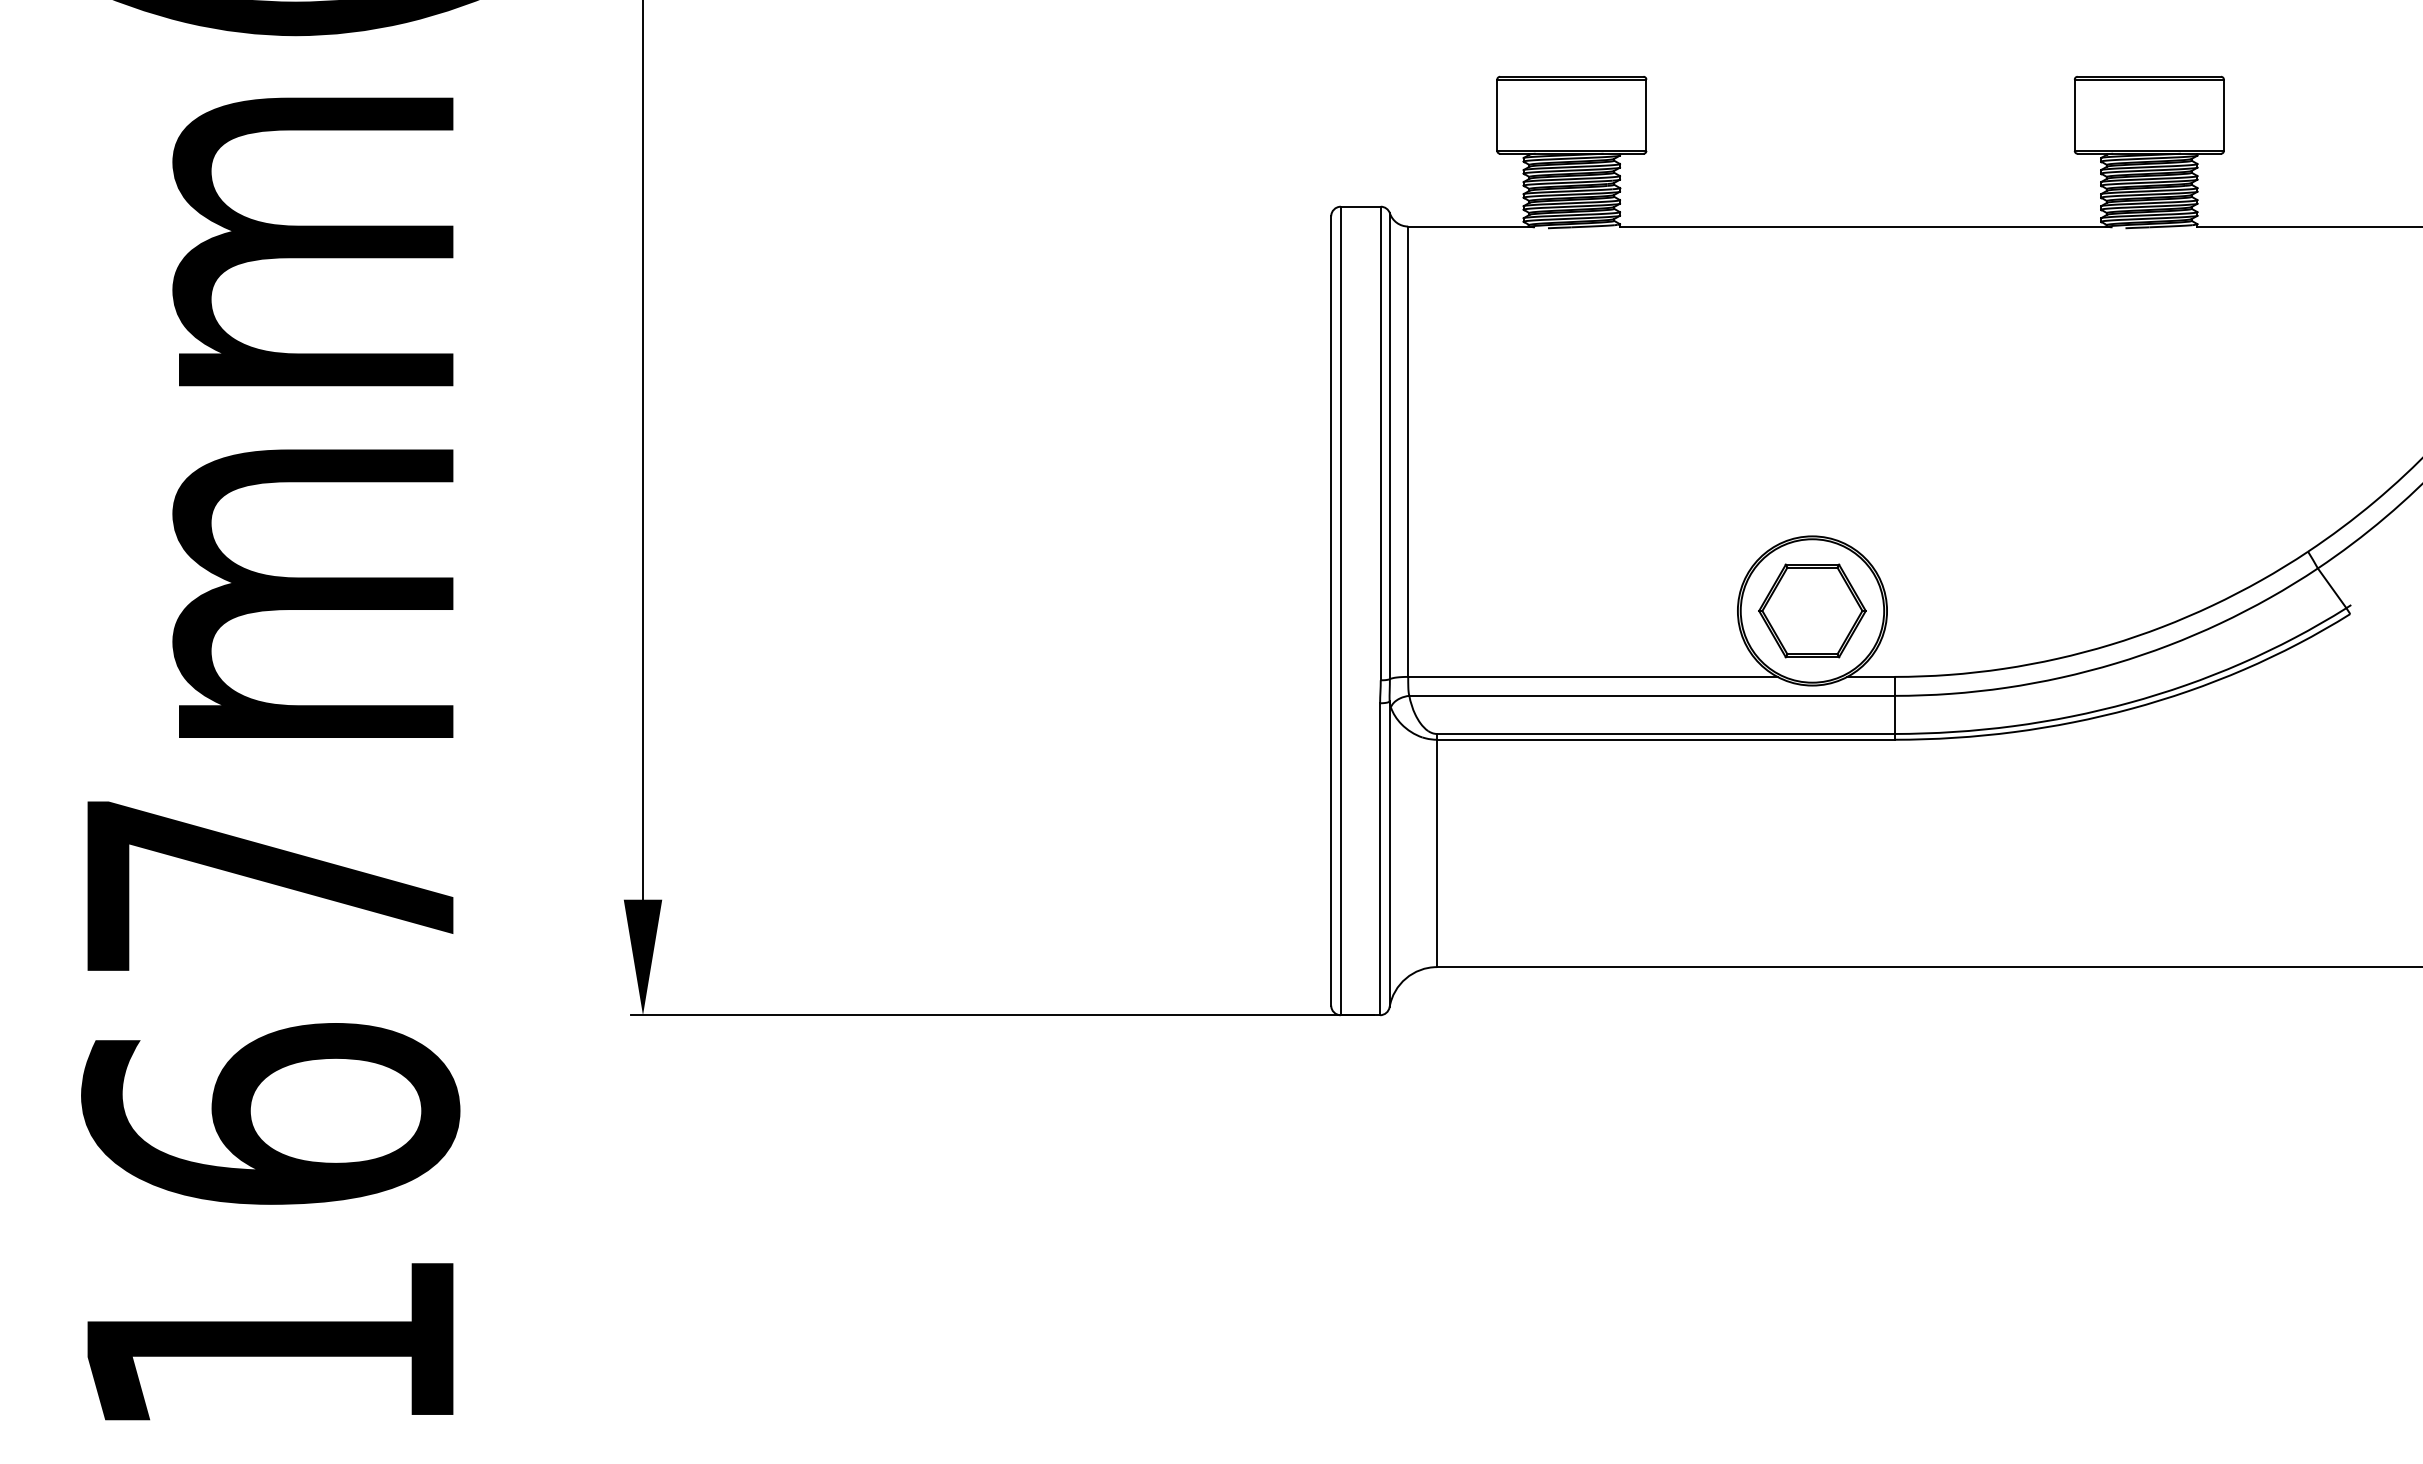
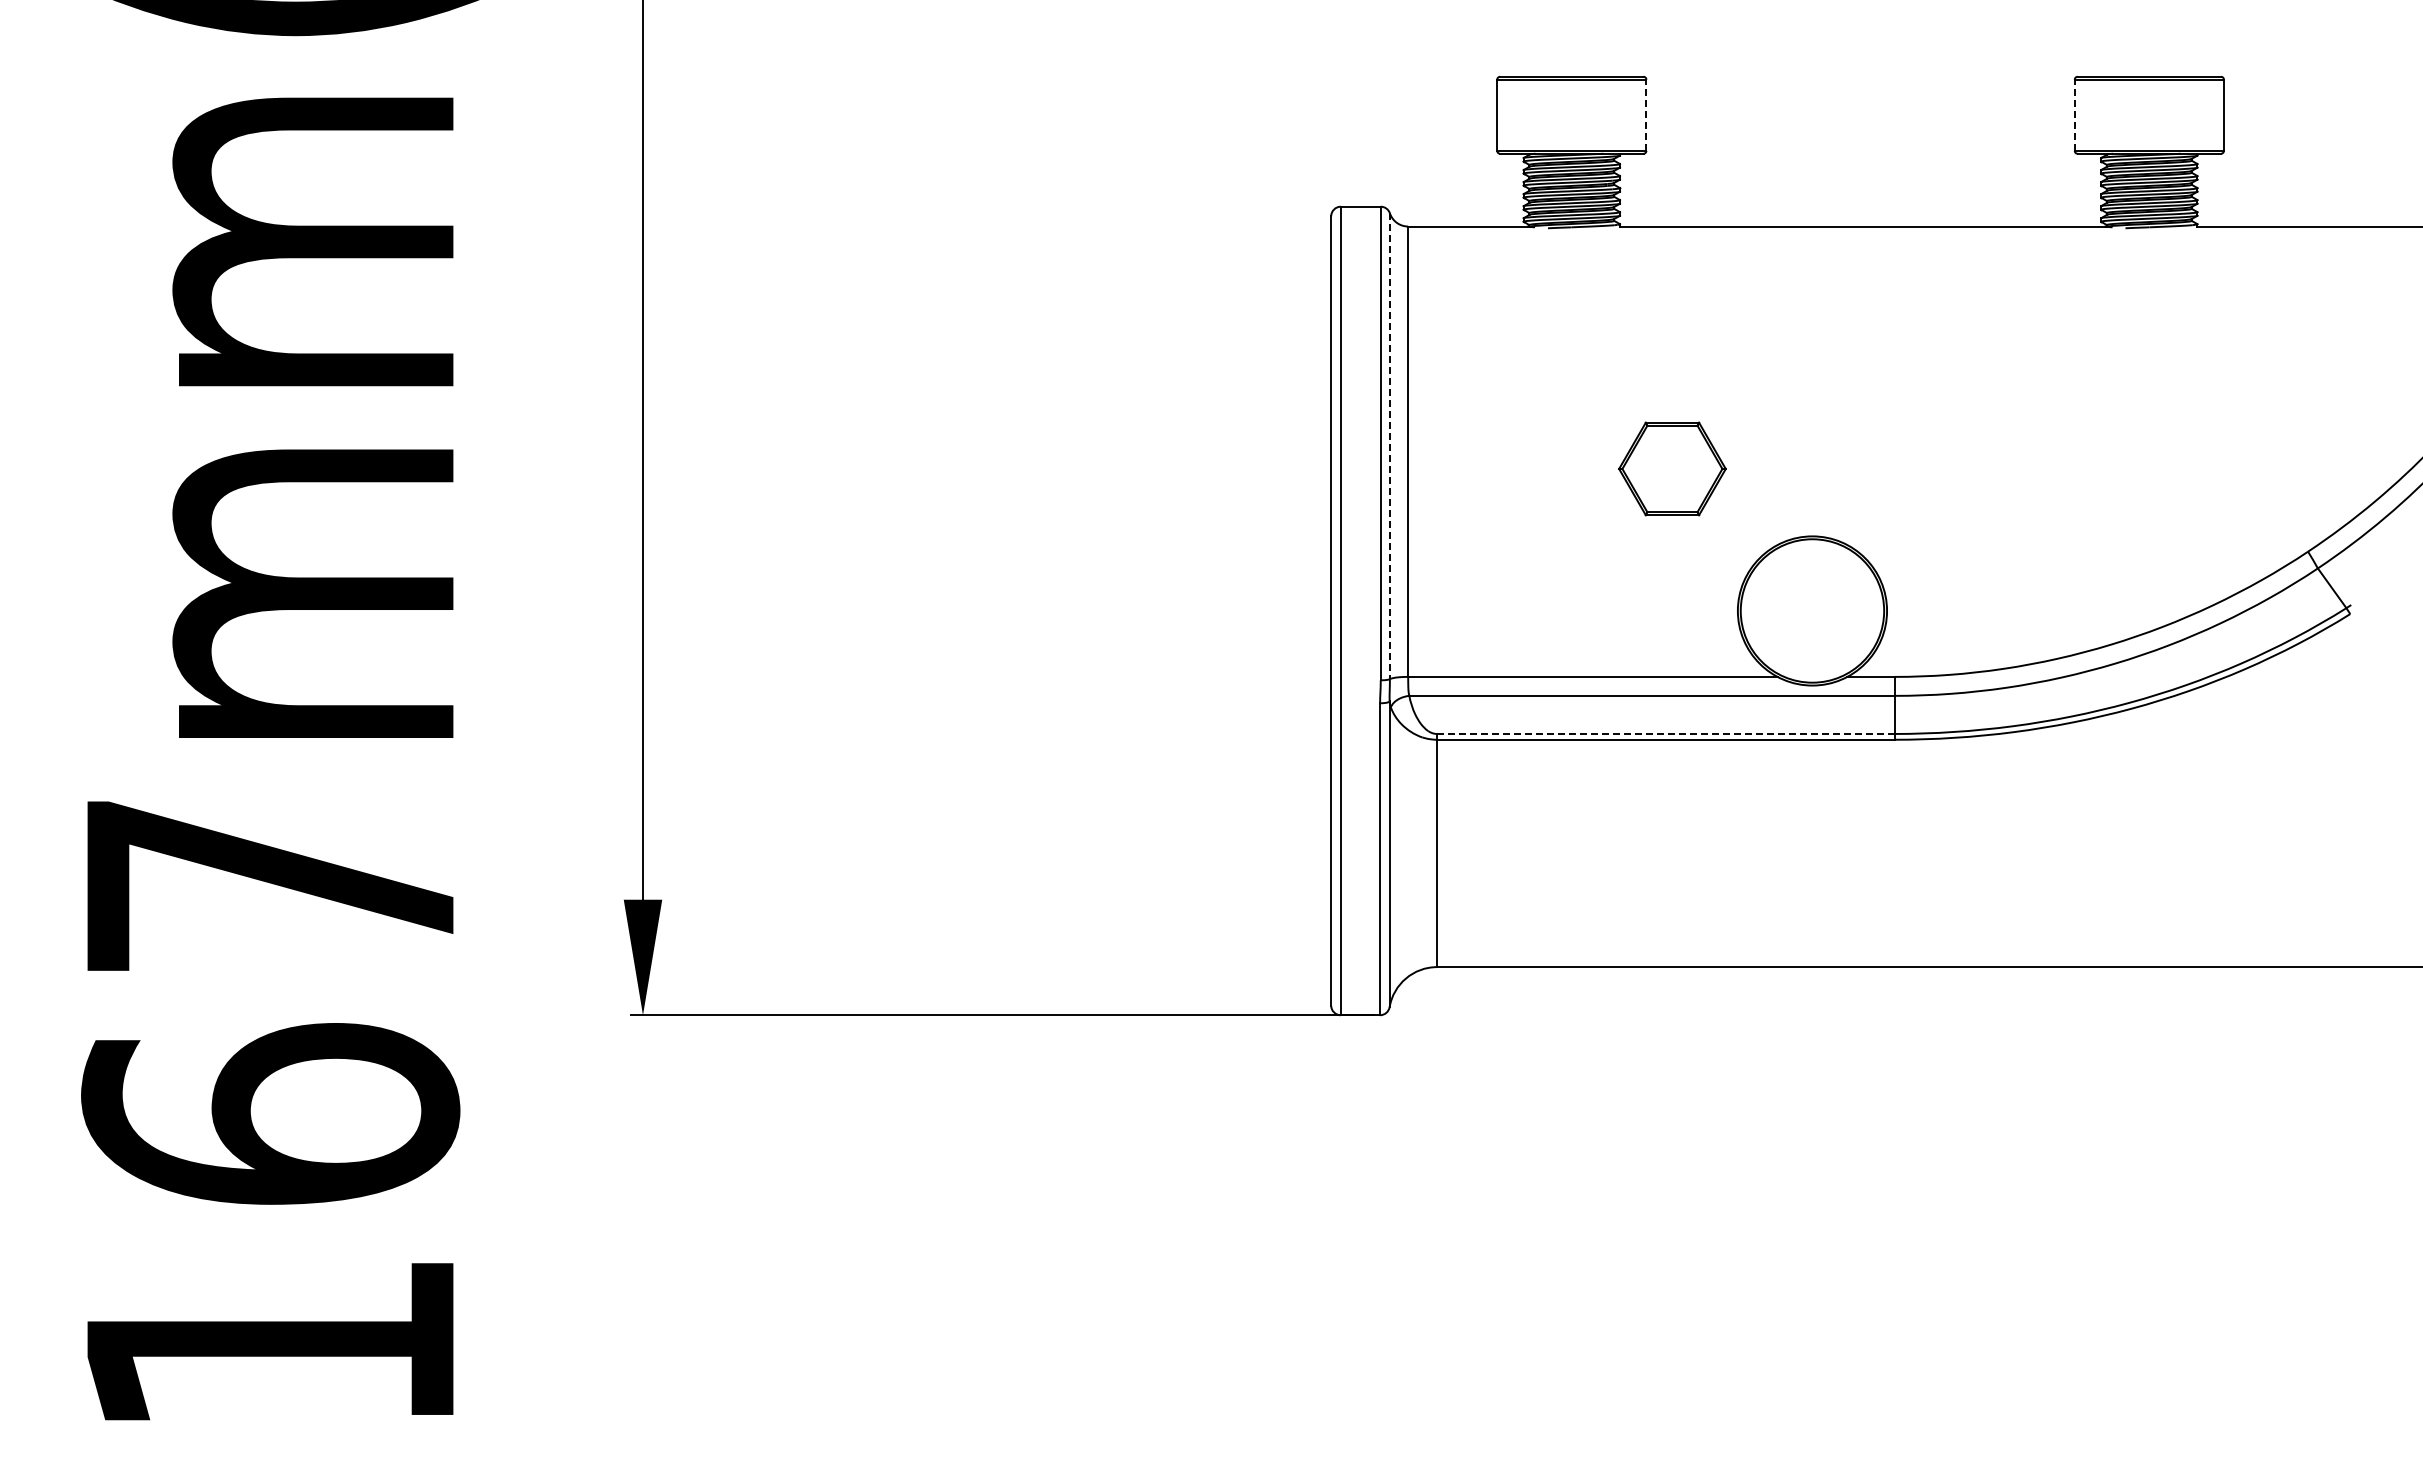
line at (1646, 115): solid -> dashed
line at (2074, 115): solid -> dashed
line at (1389, 446): solid -> dashed
part at (1812, 610) position: (1812, 610) -> (1672, 468)
line at (1665, 733): solid -> dashed
